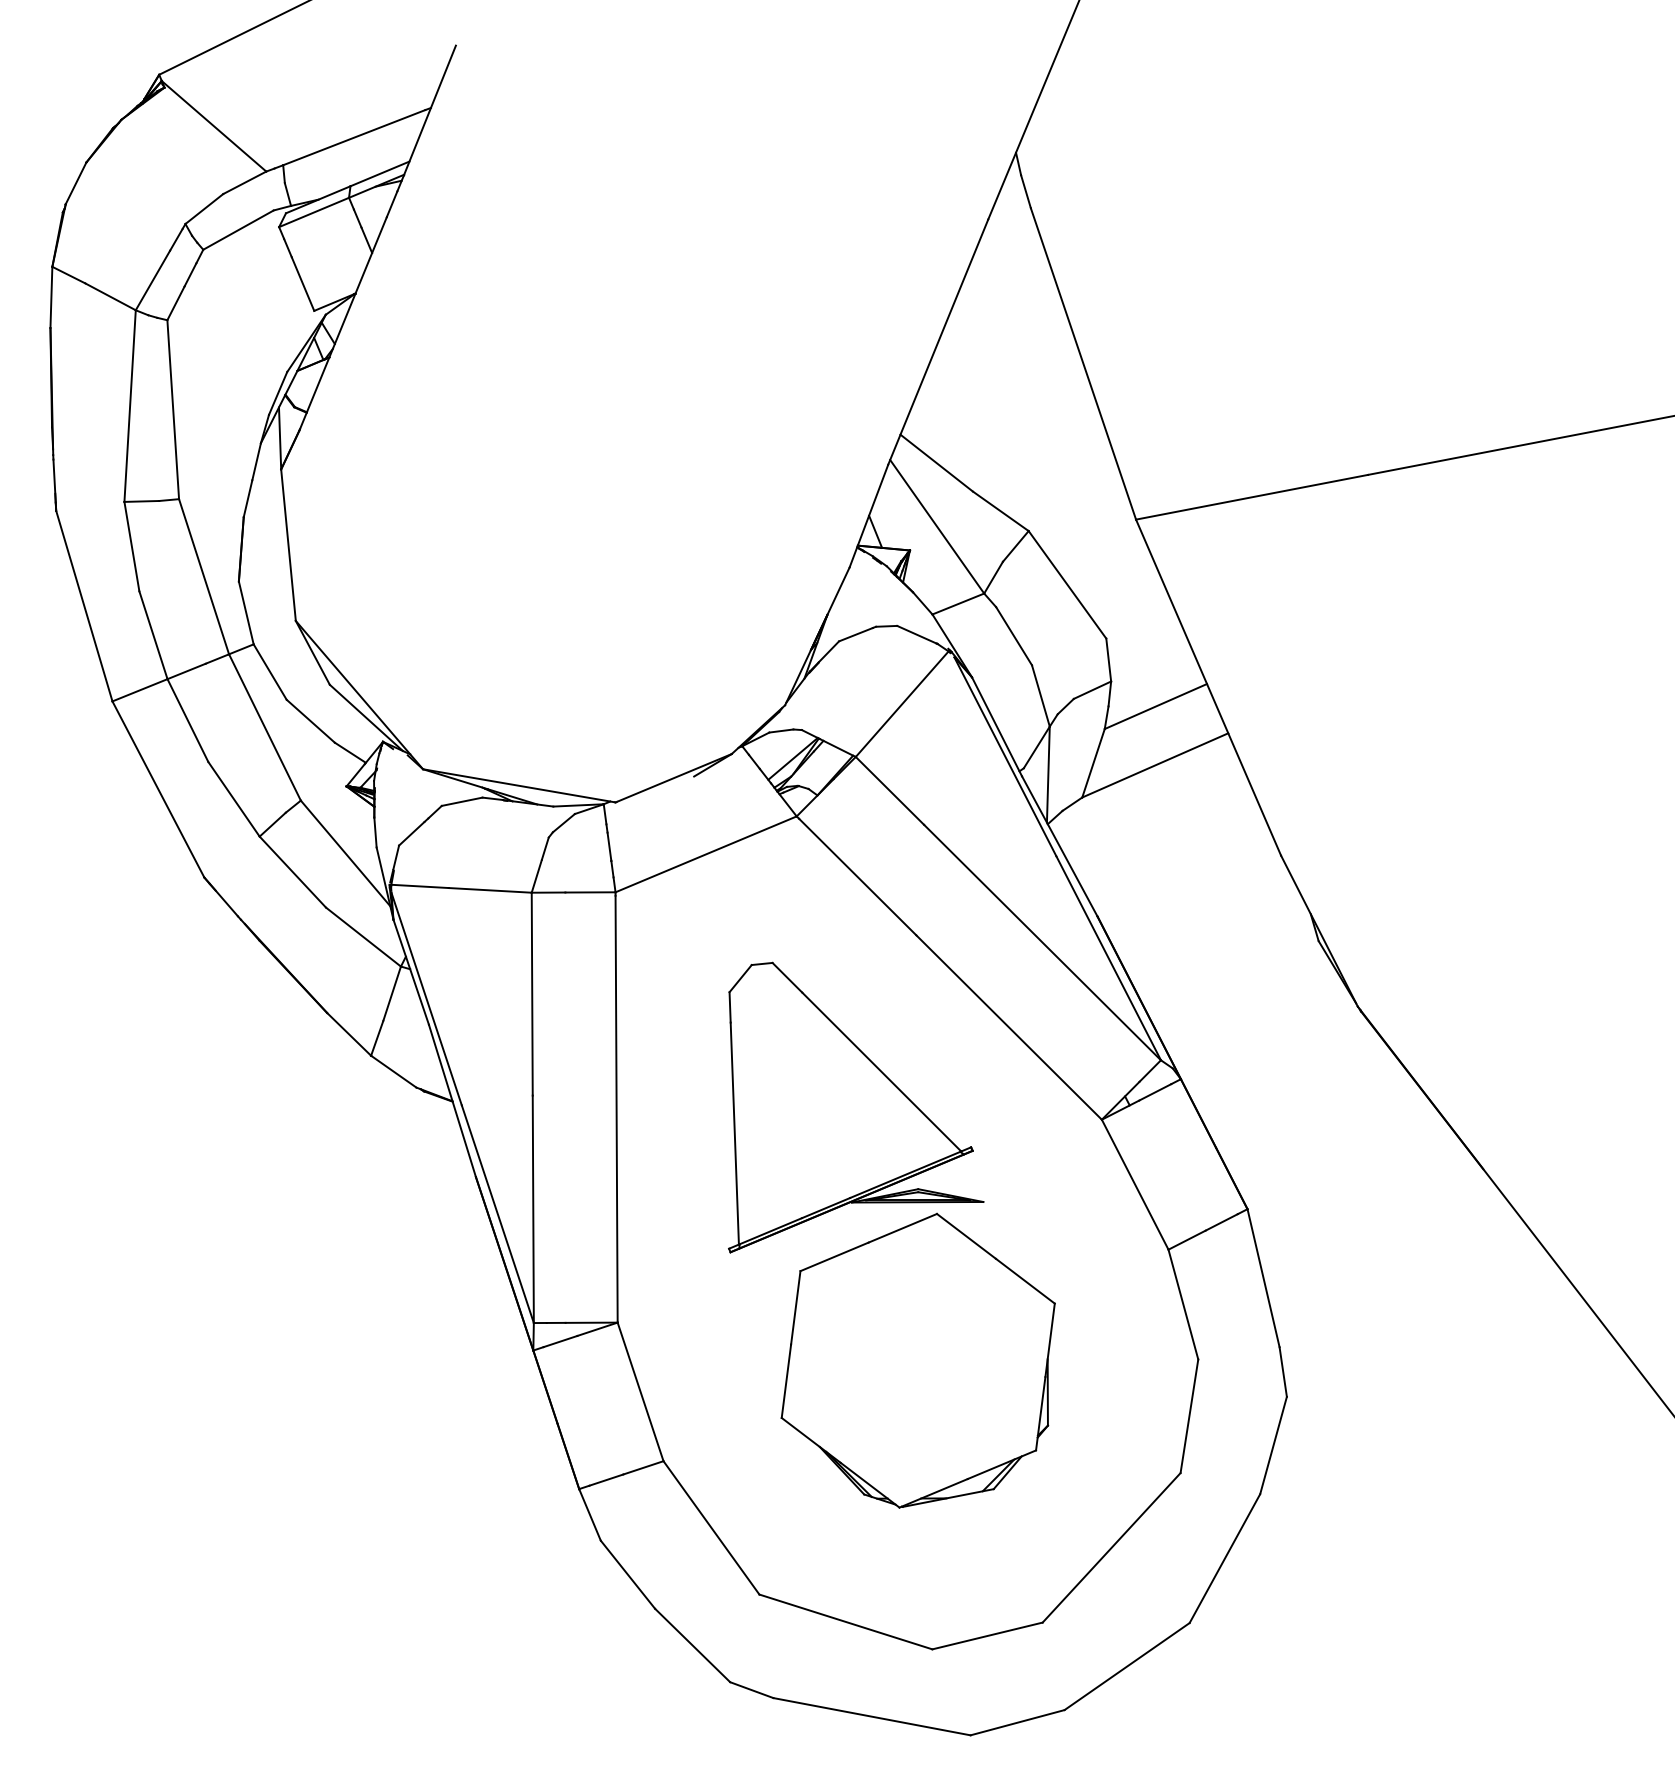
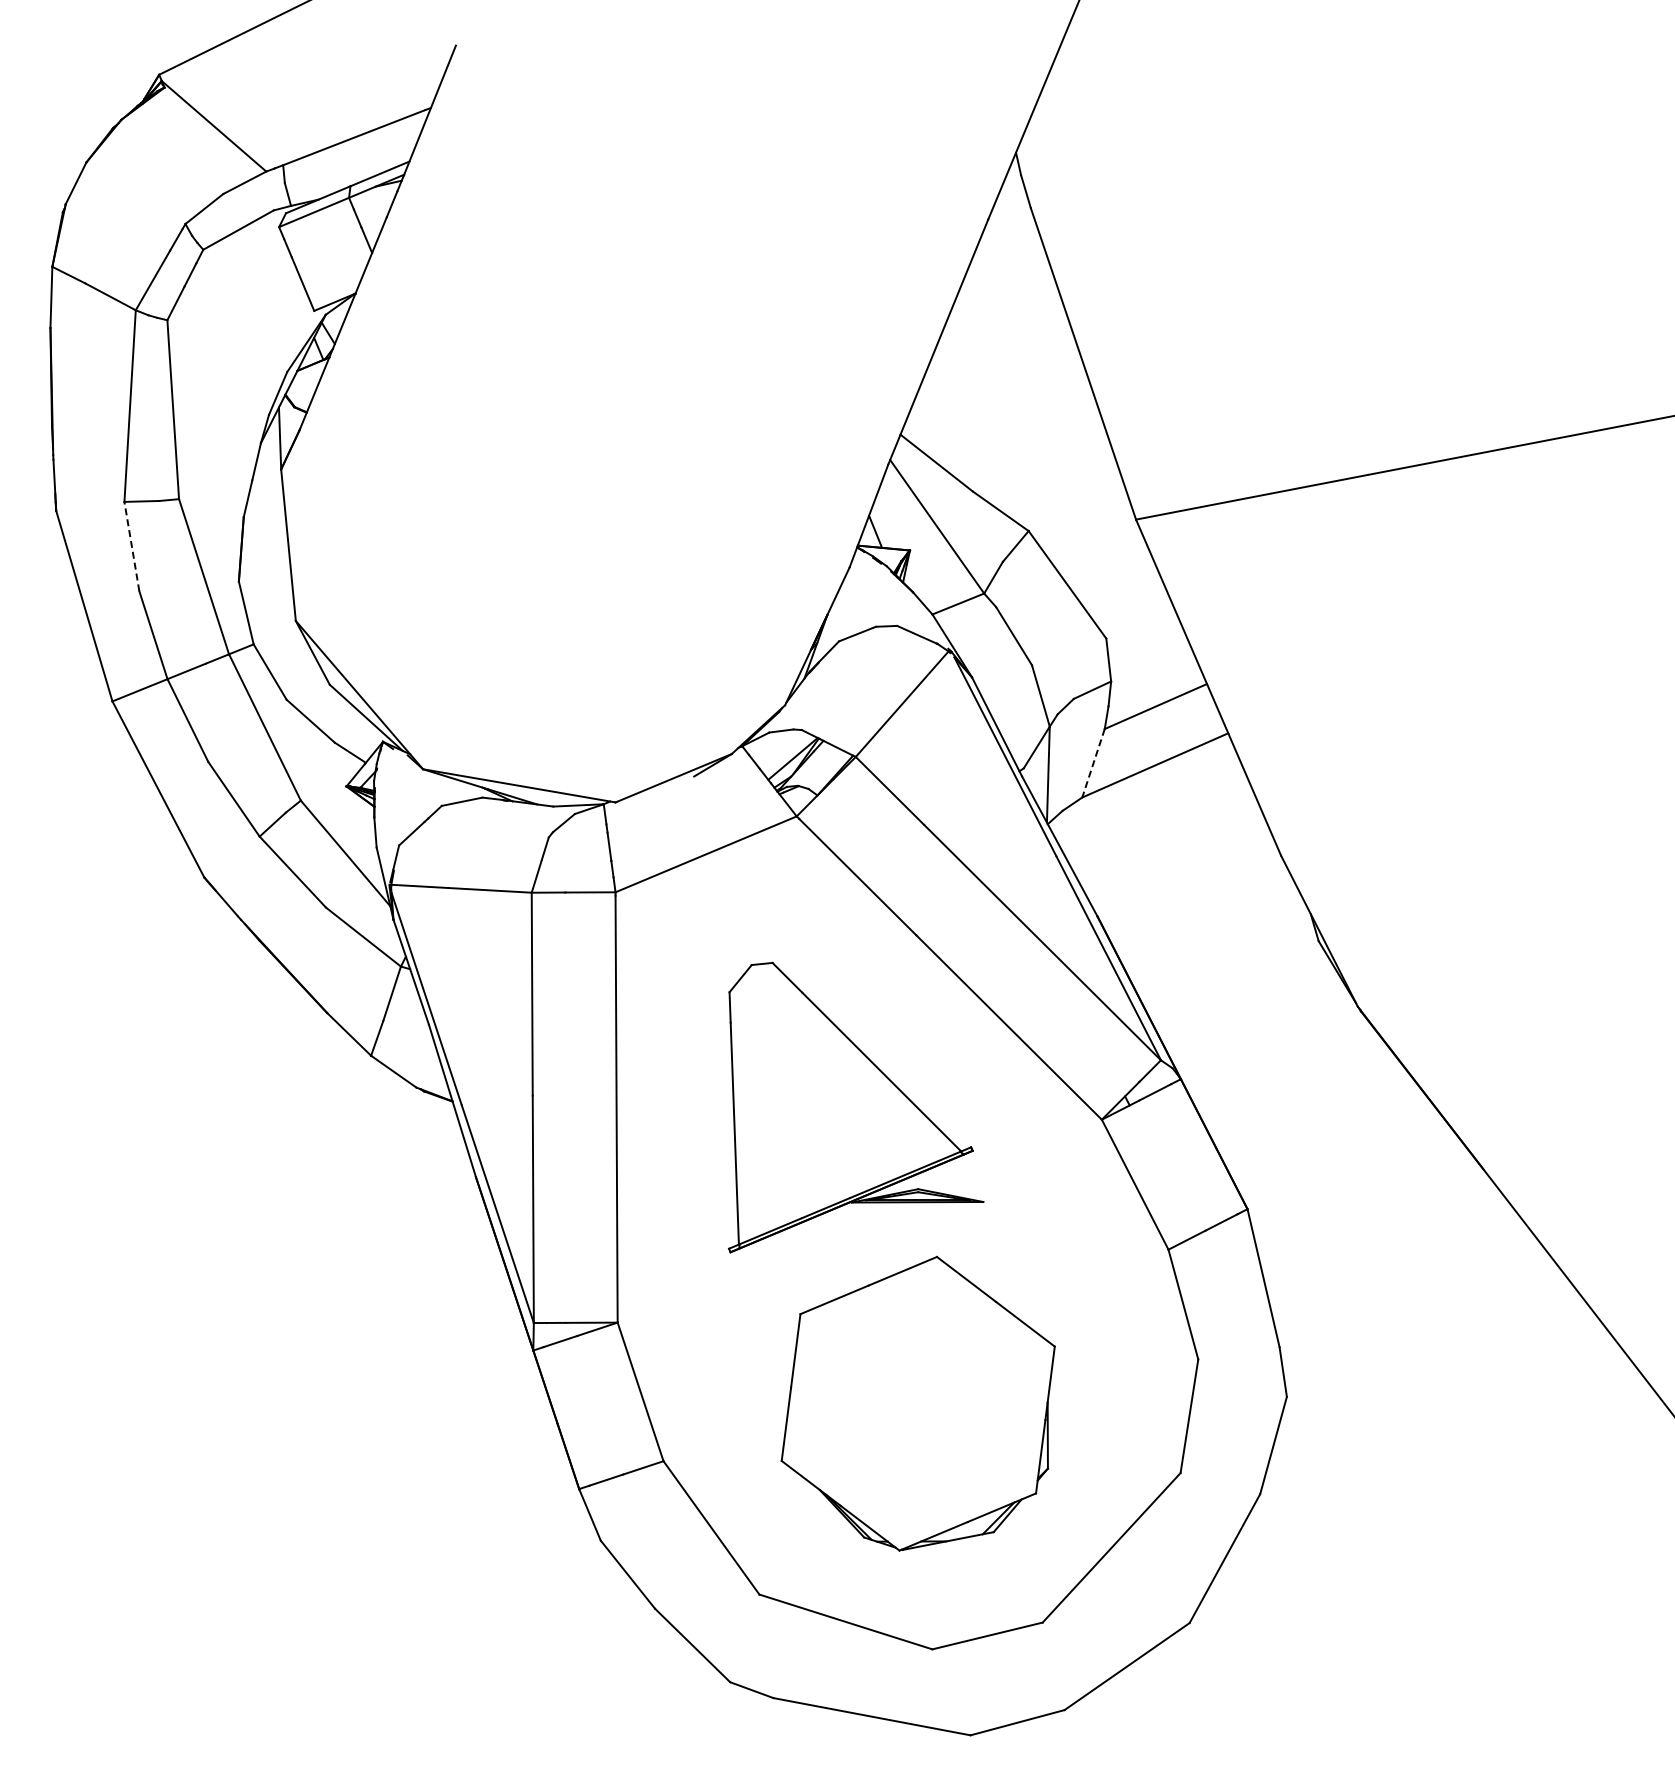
line at (131, 546): solid -> dashed
line at (1093, 763): solid -> dashed
part at (917, 1360) position: (917, 1360) -> (917, 1403)
